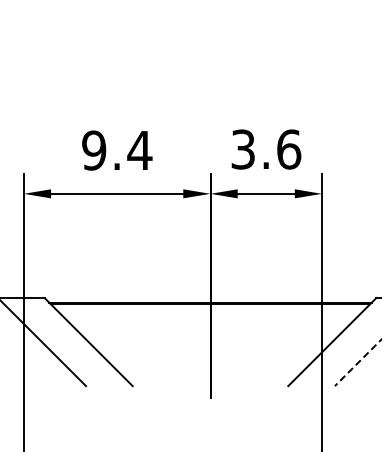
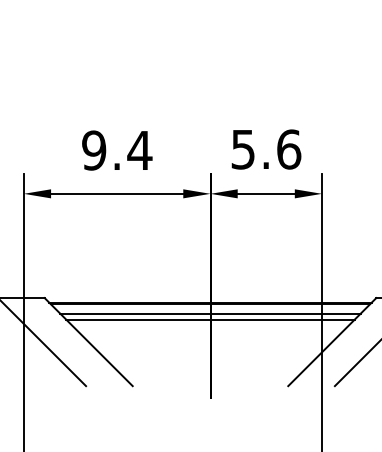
text at (243, 149): 3.6 -> 5.6
line at (210, 313): none -> present
line at (210, 319): none -> present
line at (358, 362): dashed -> solid
